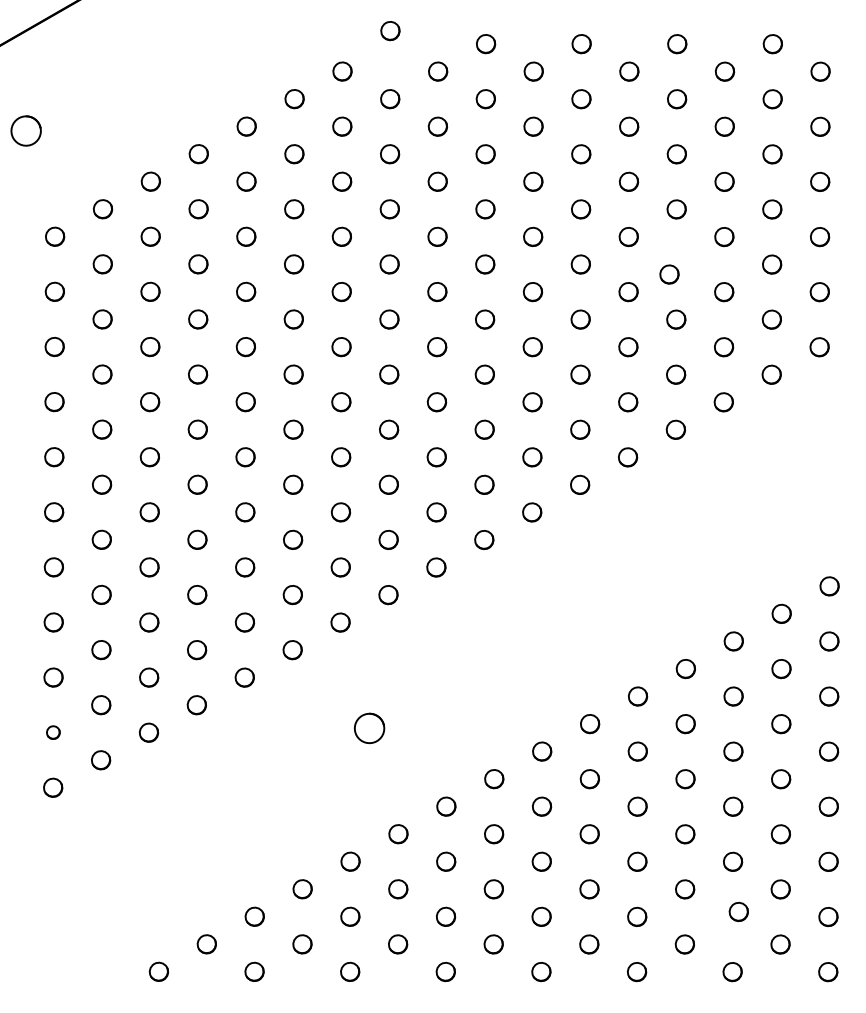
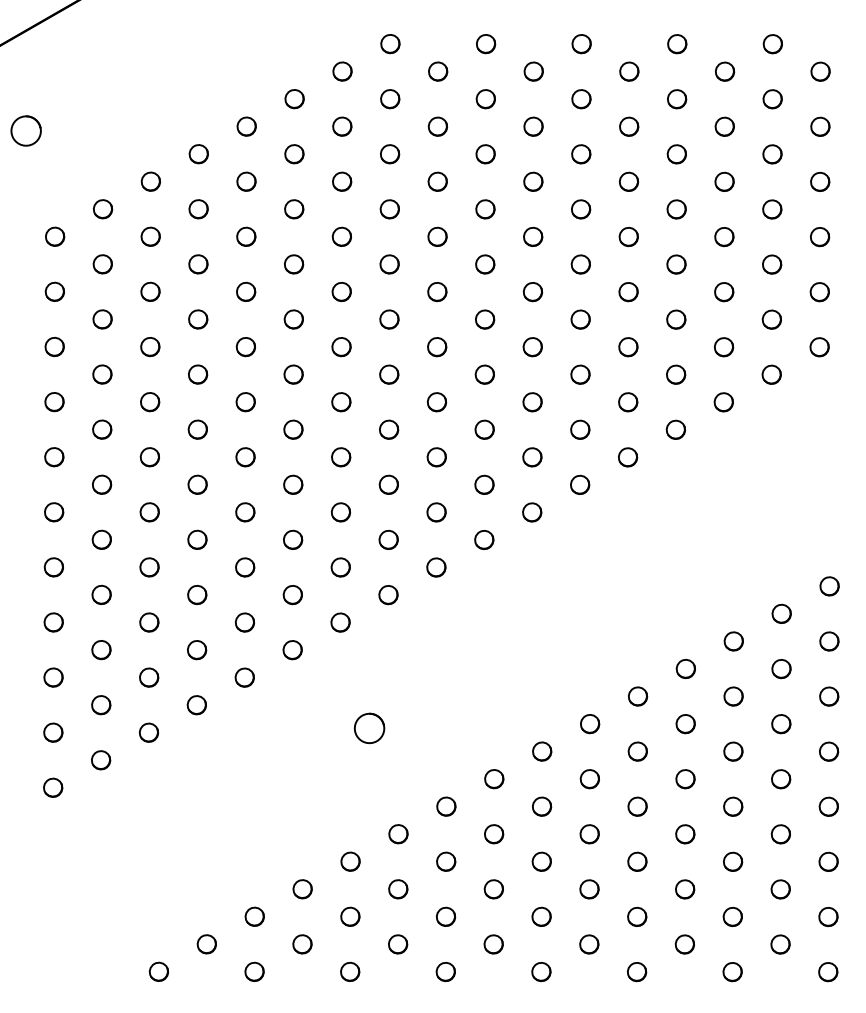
part at (390, 31) position: (390, 31) -> (390, 44)
part at (669, 274) position: (669, 274) -> (676, 264)
part at (53, 732) size: 15x15 px -> 21x21 px
part at (738, 911) position: (738, 911) -> (732, 916)
